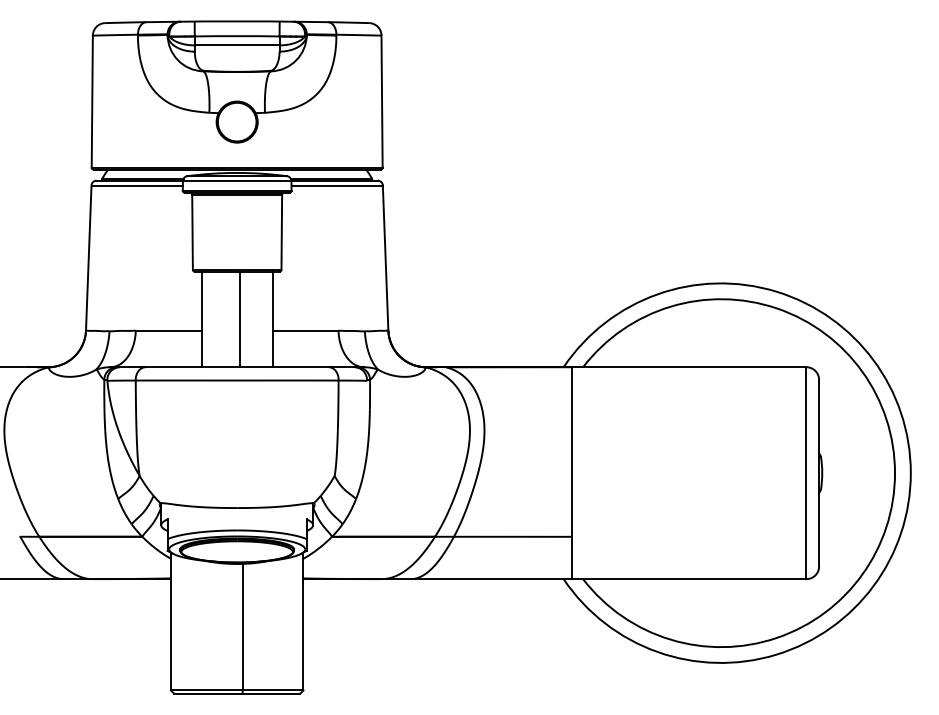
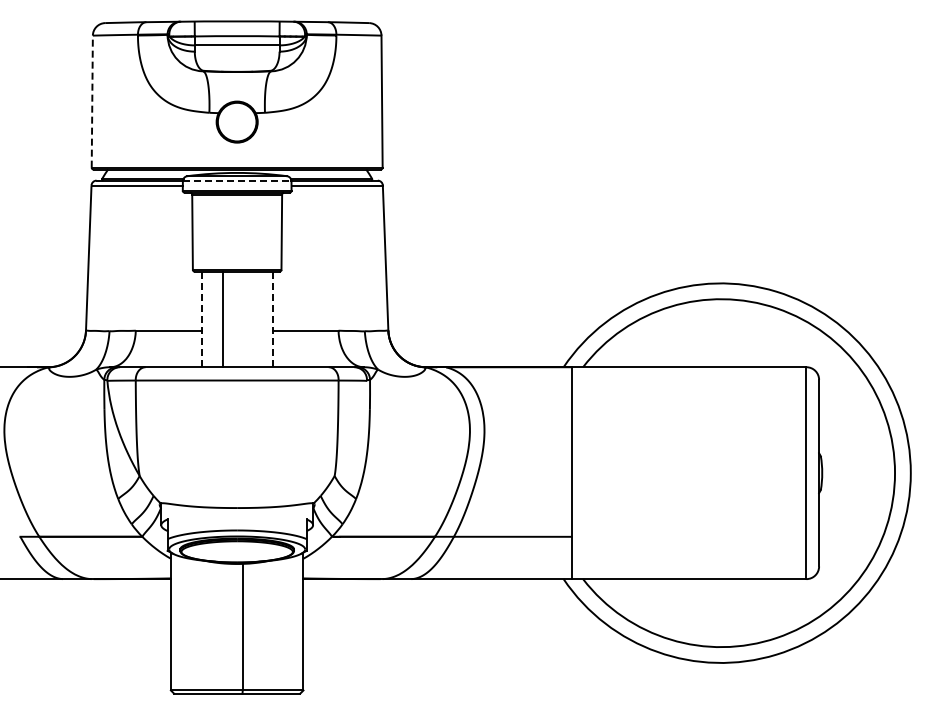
line at (92, 101): solid -> dashed
line at (237, 181): solid -> dashed
line at (201, 319): solid -> dashed
line at (240, 319) position: (240, 319) -> (223, 319)
line at (272, 319): solid -> dashed
